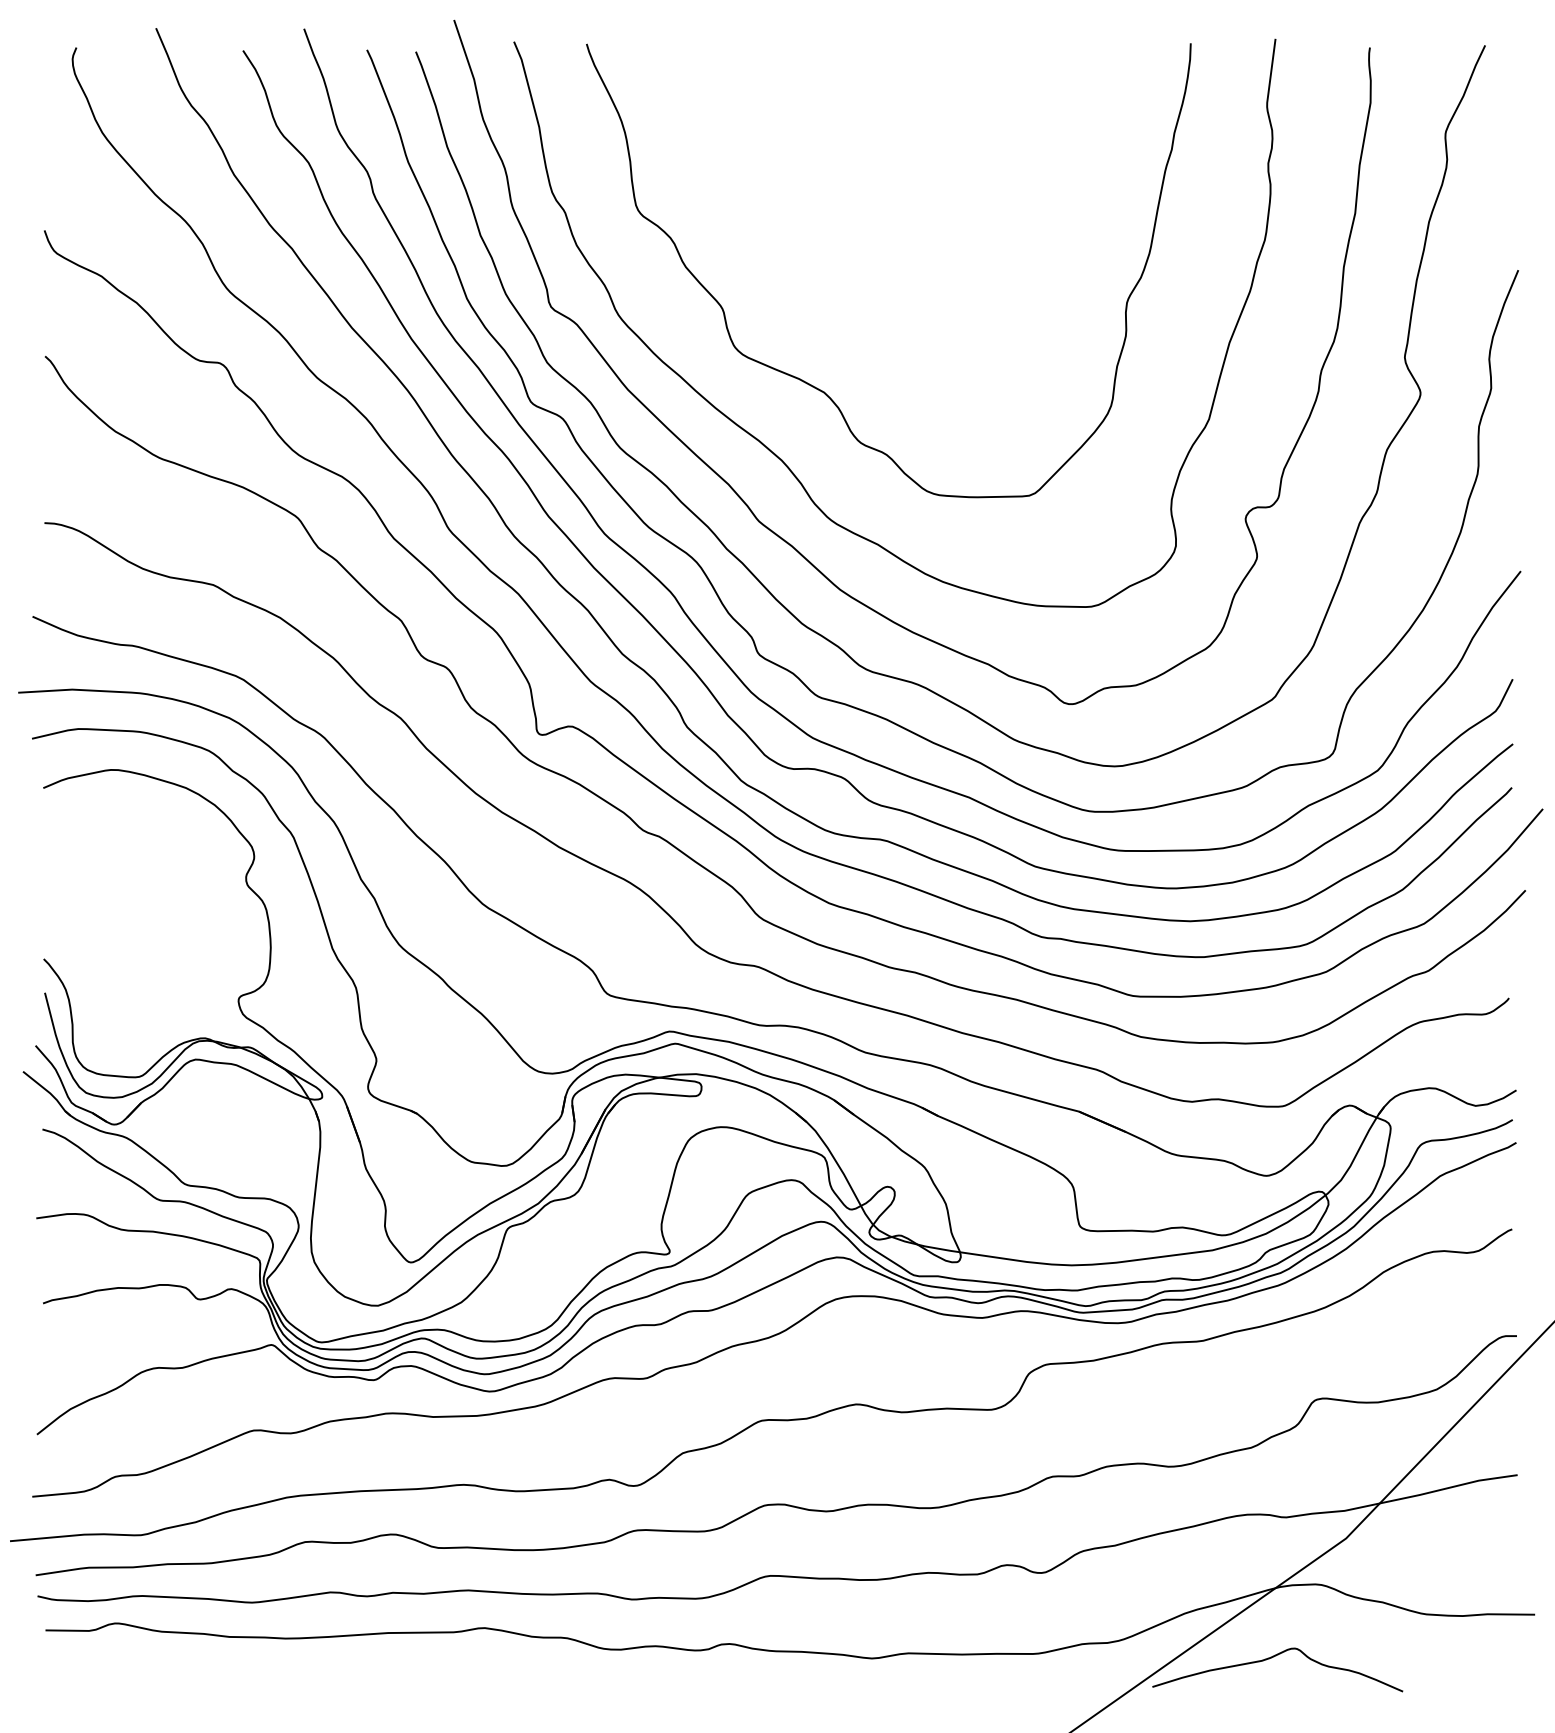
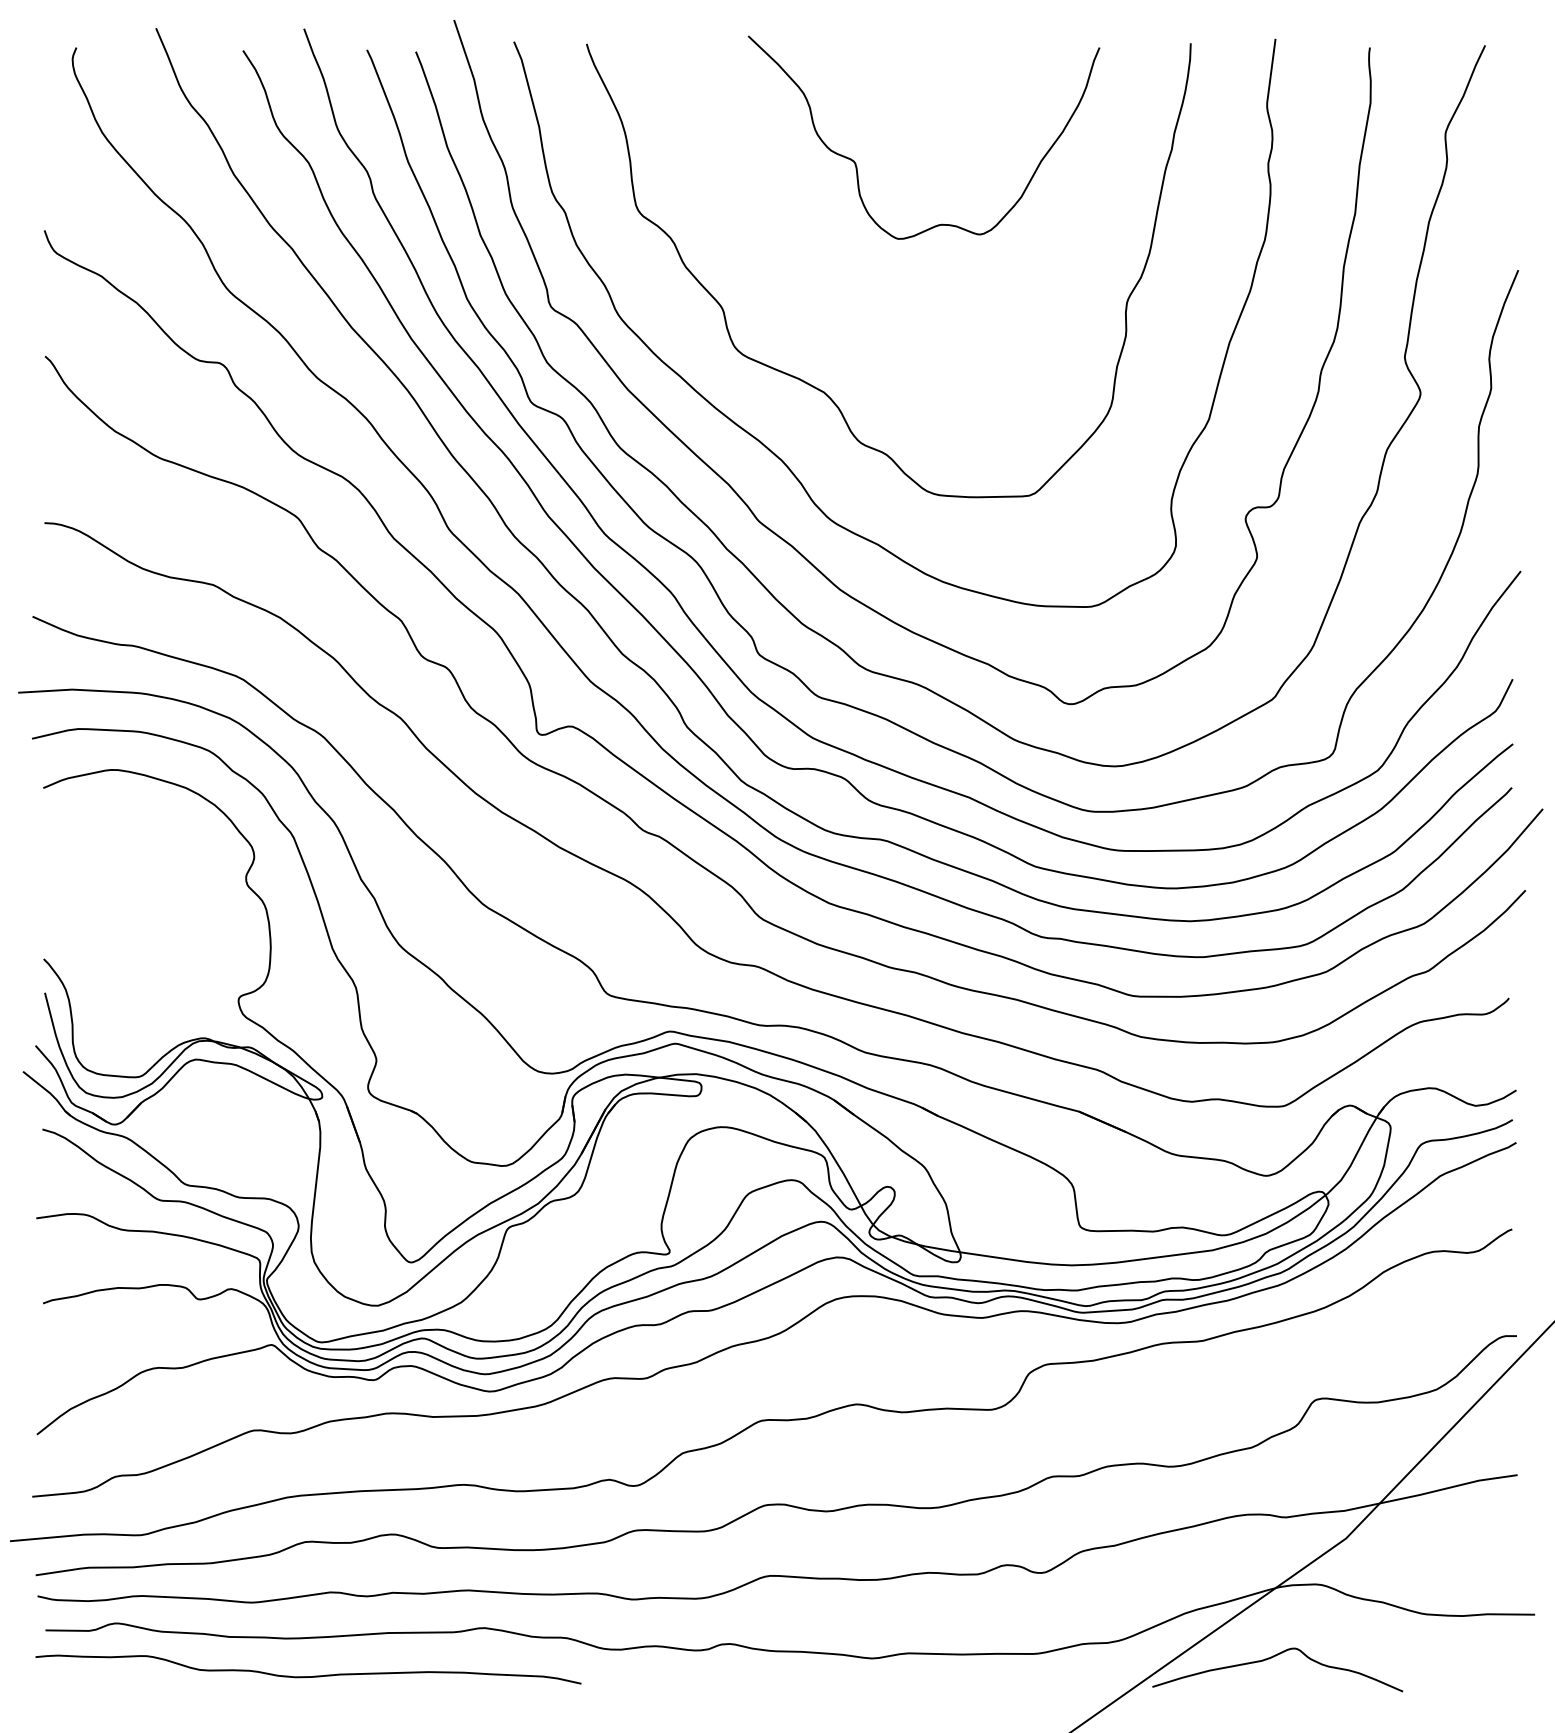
curve at (856, 163): none -> present
curve at (308, 1676): none -> present
